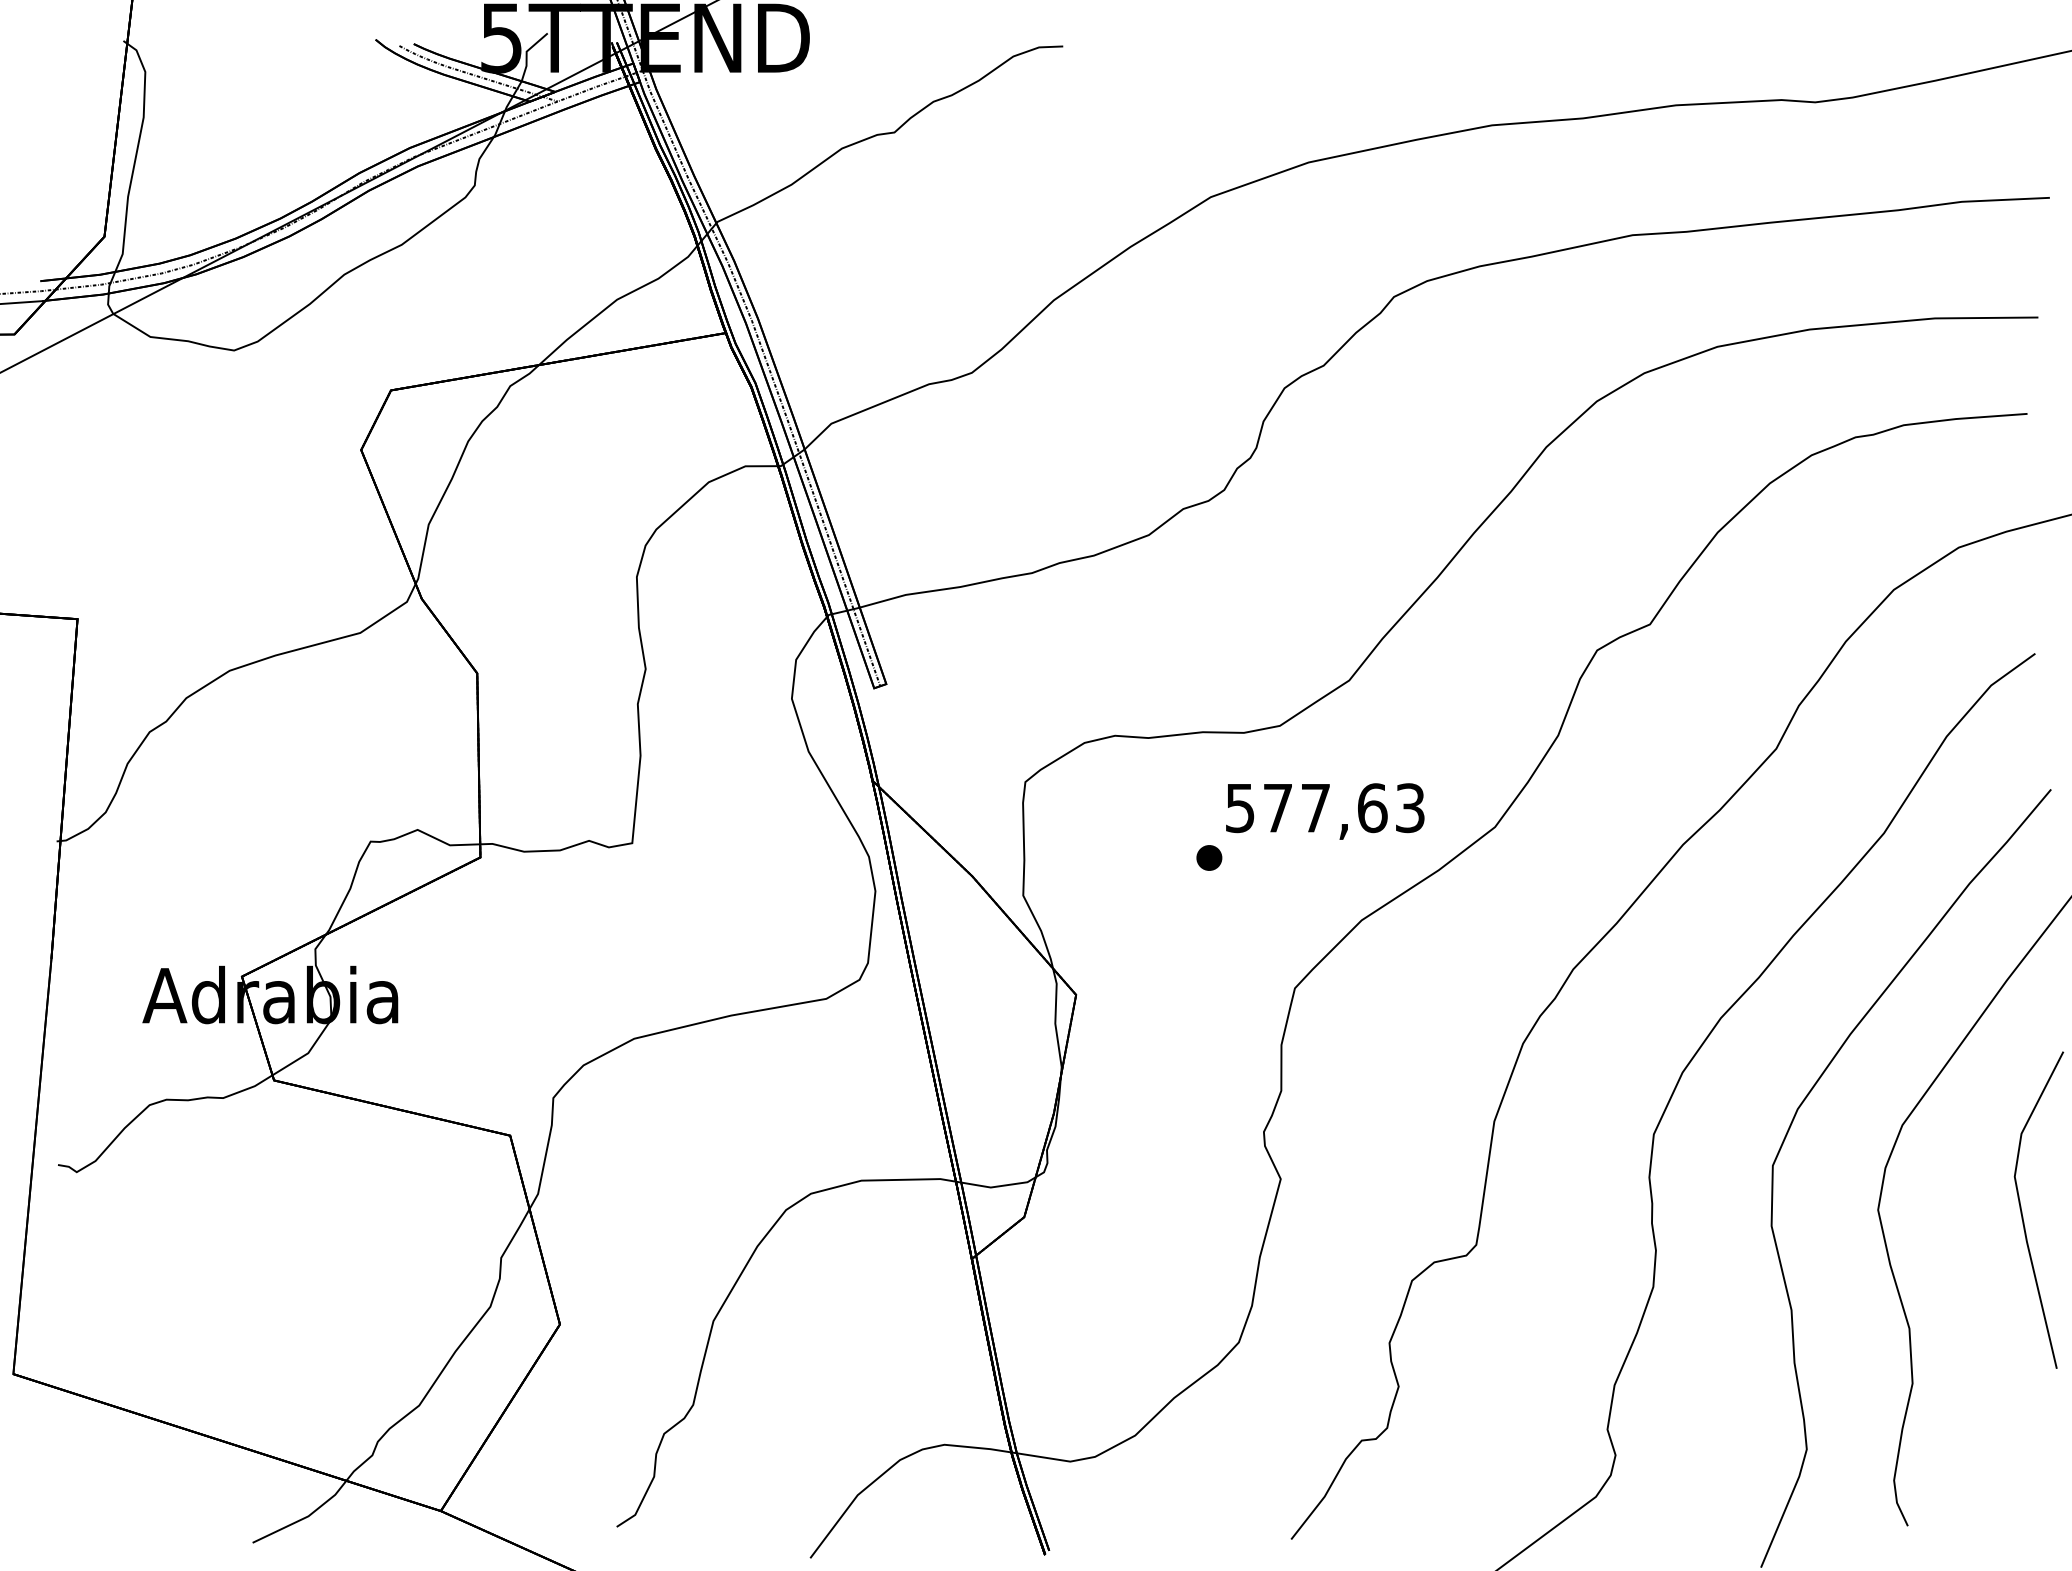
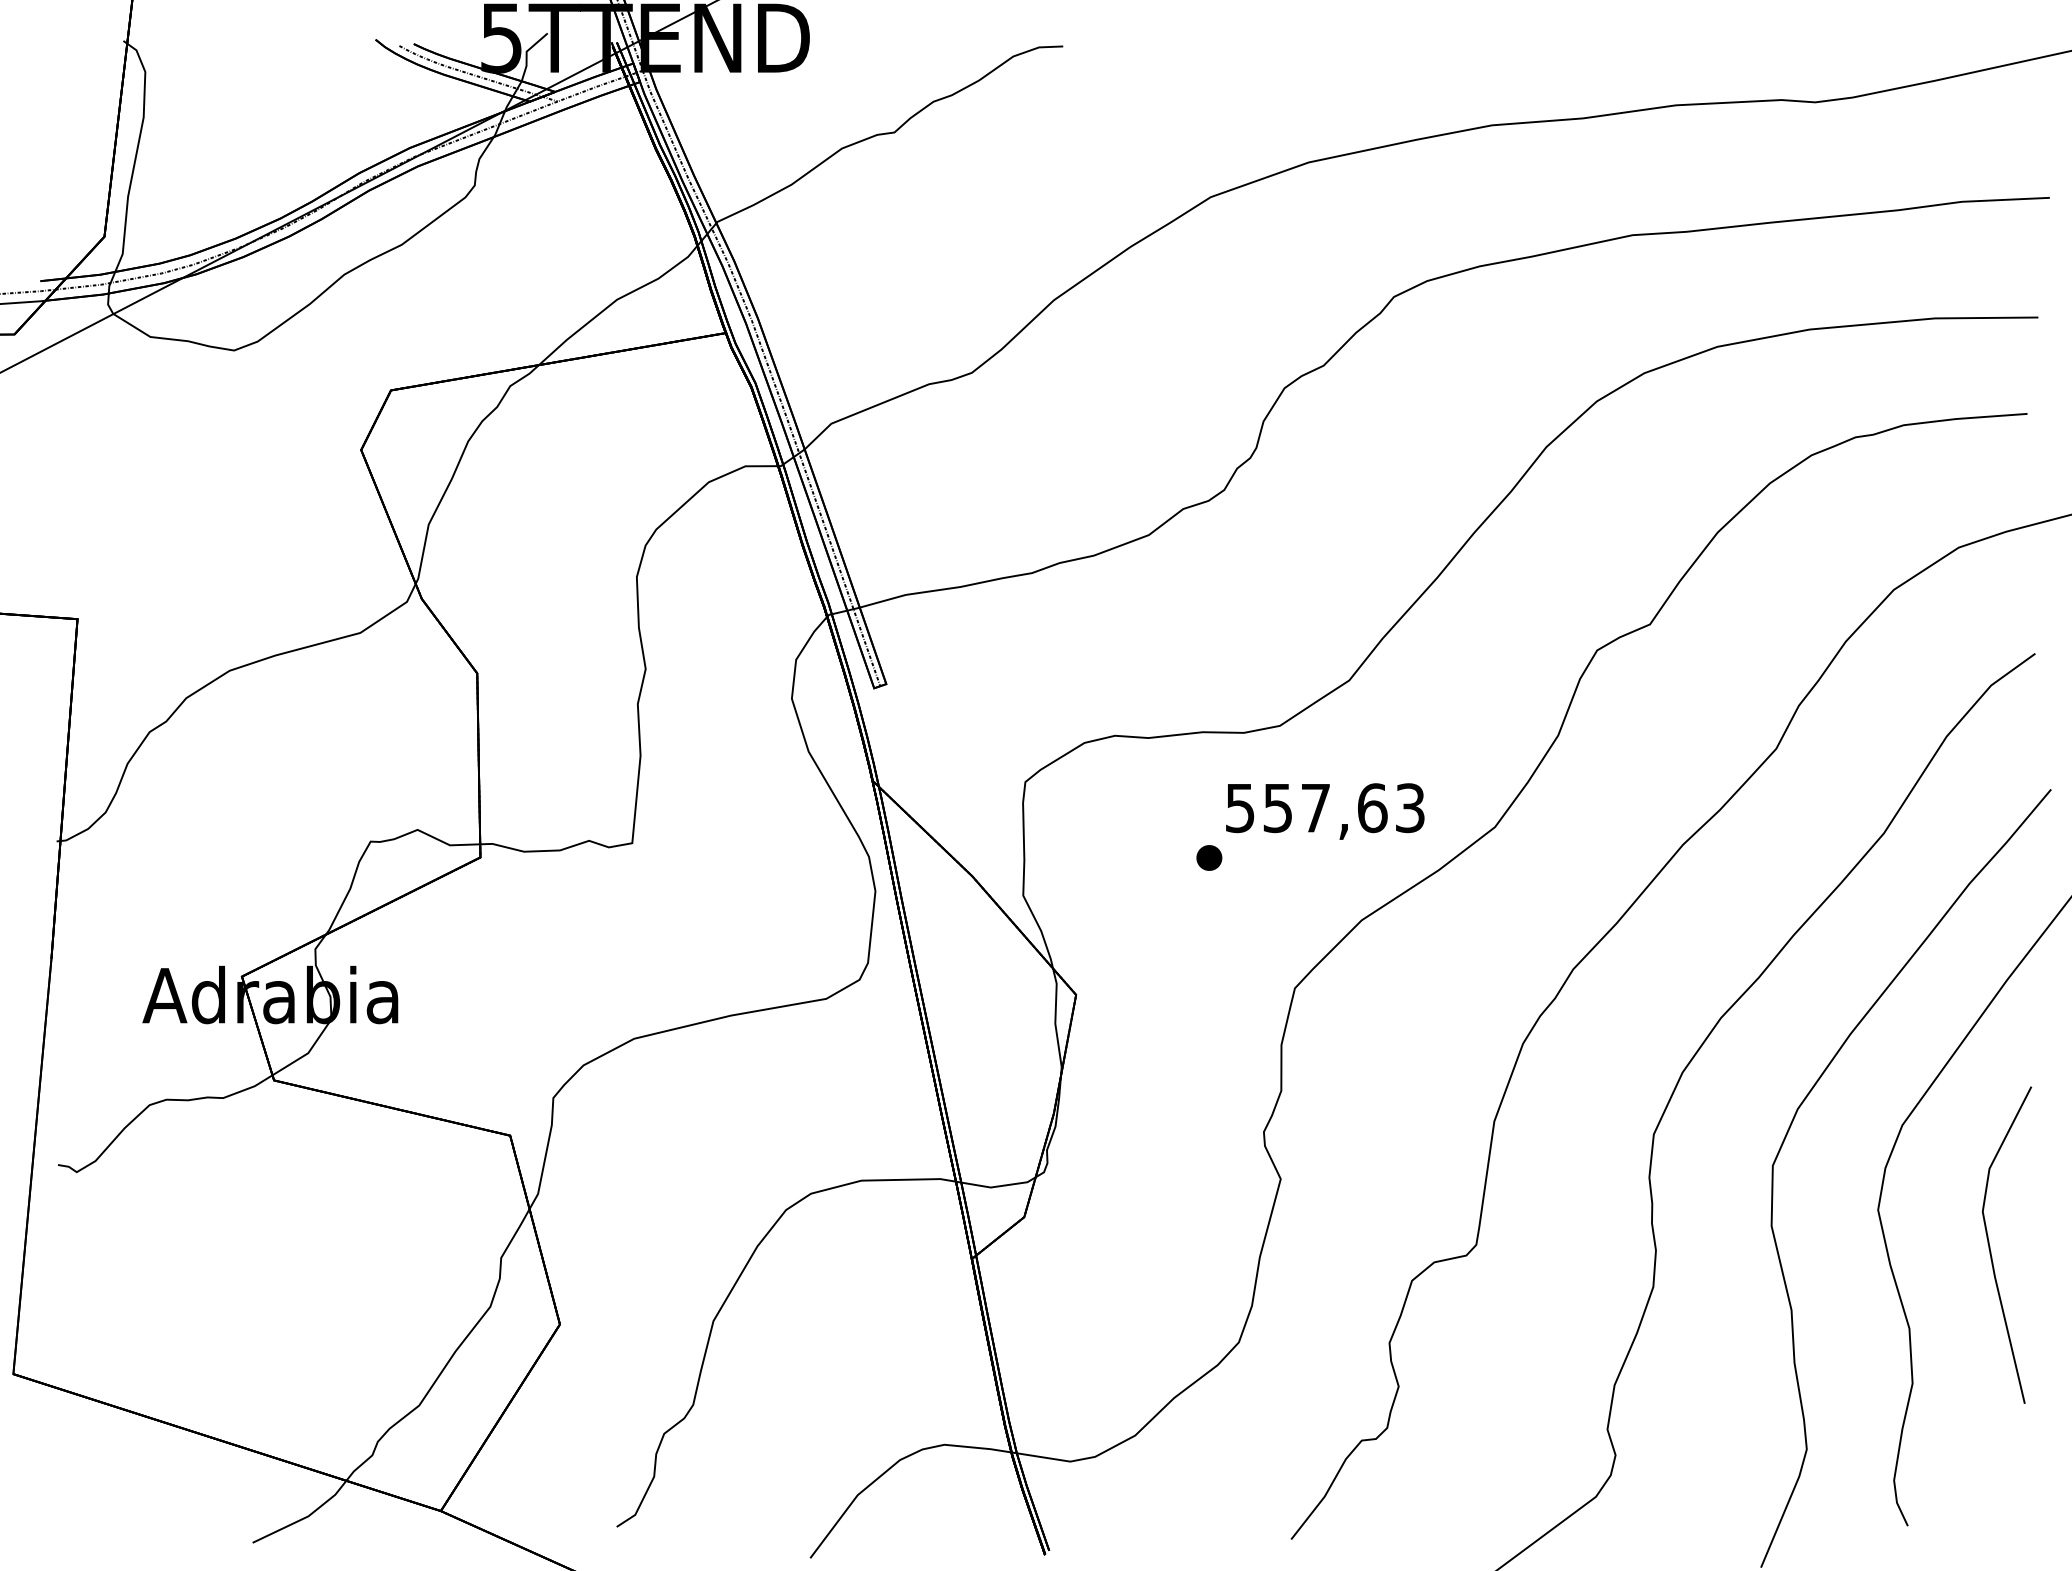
text at (1277, 808): 577,63 -> 557,63
line at (2022, 1211) position: (2022, 1211) -> (1990, 1246)
